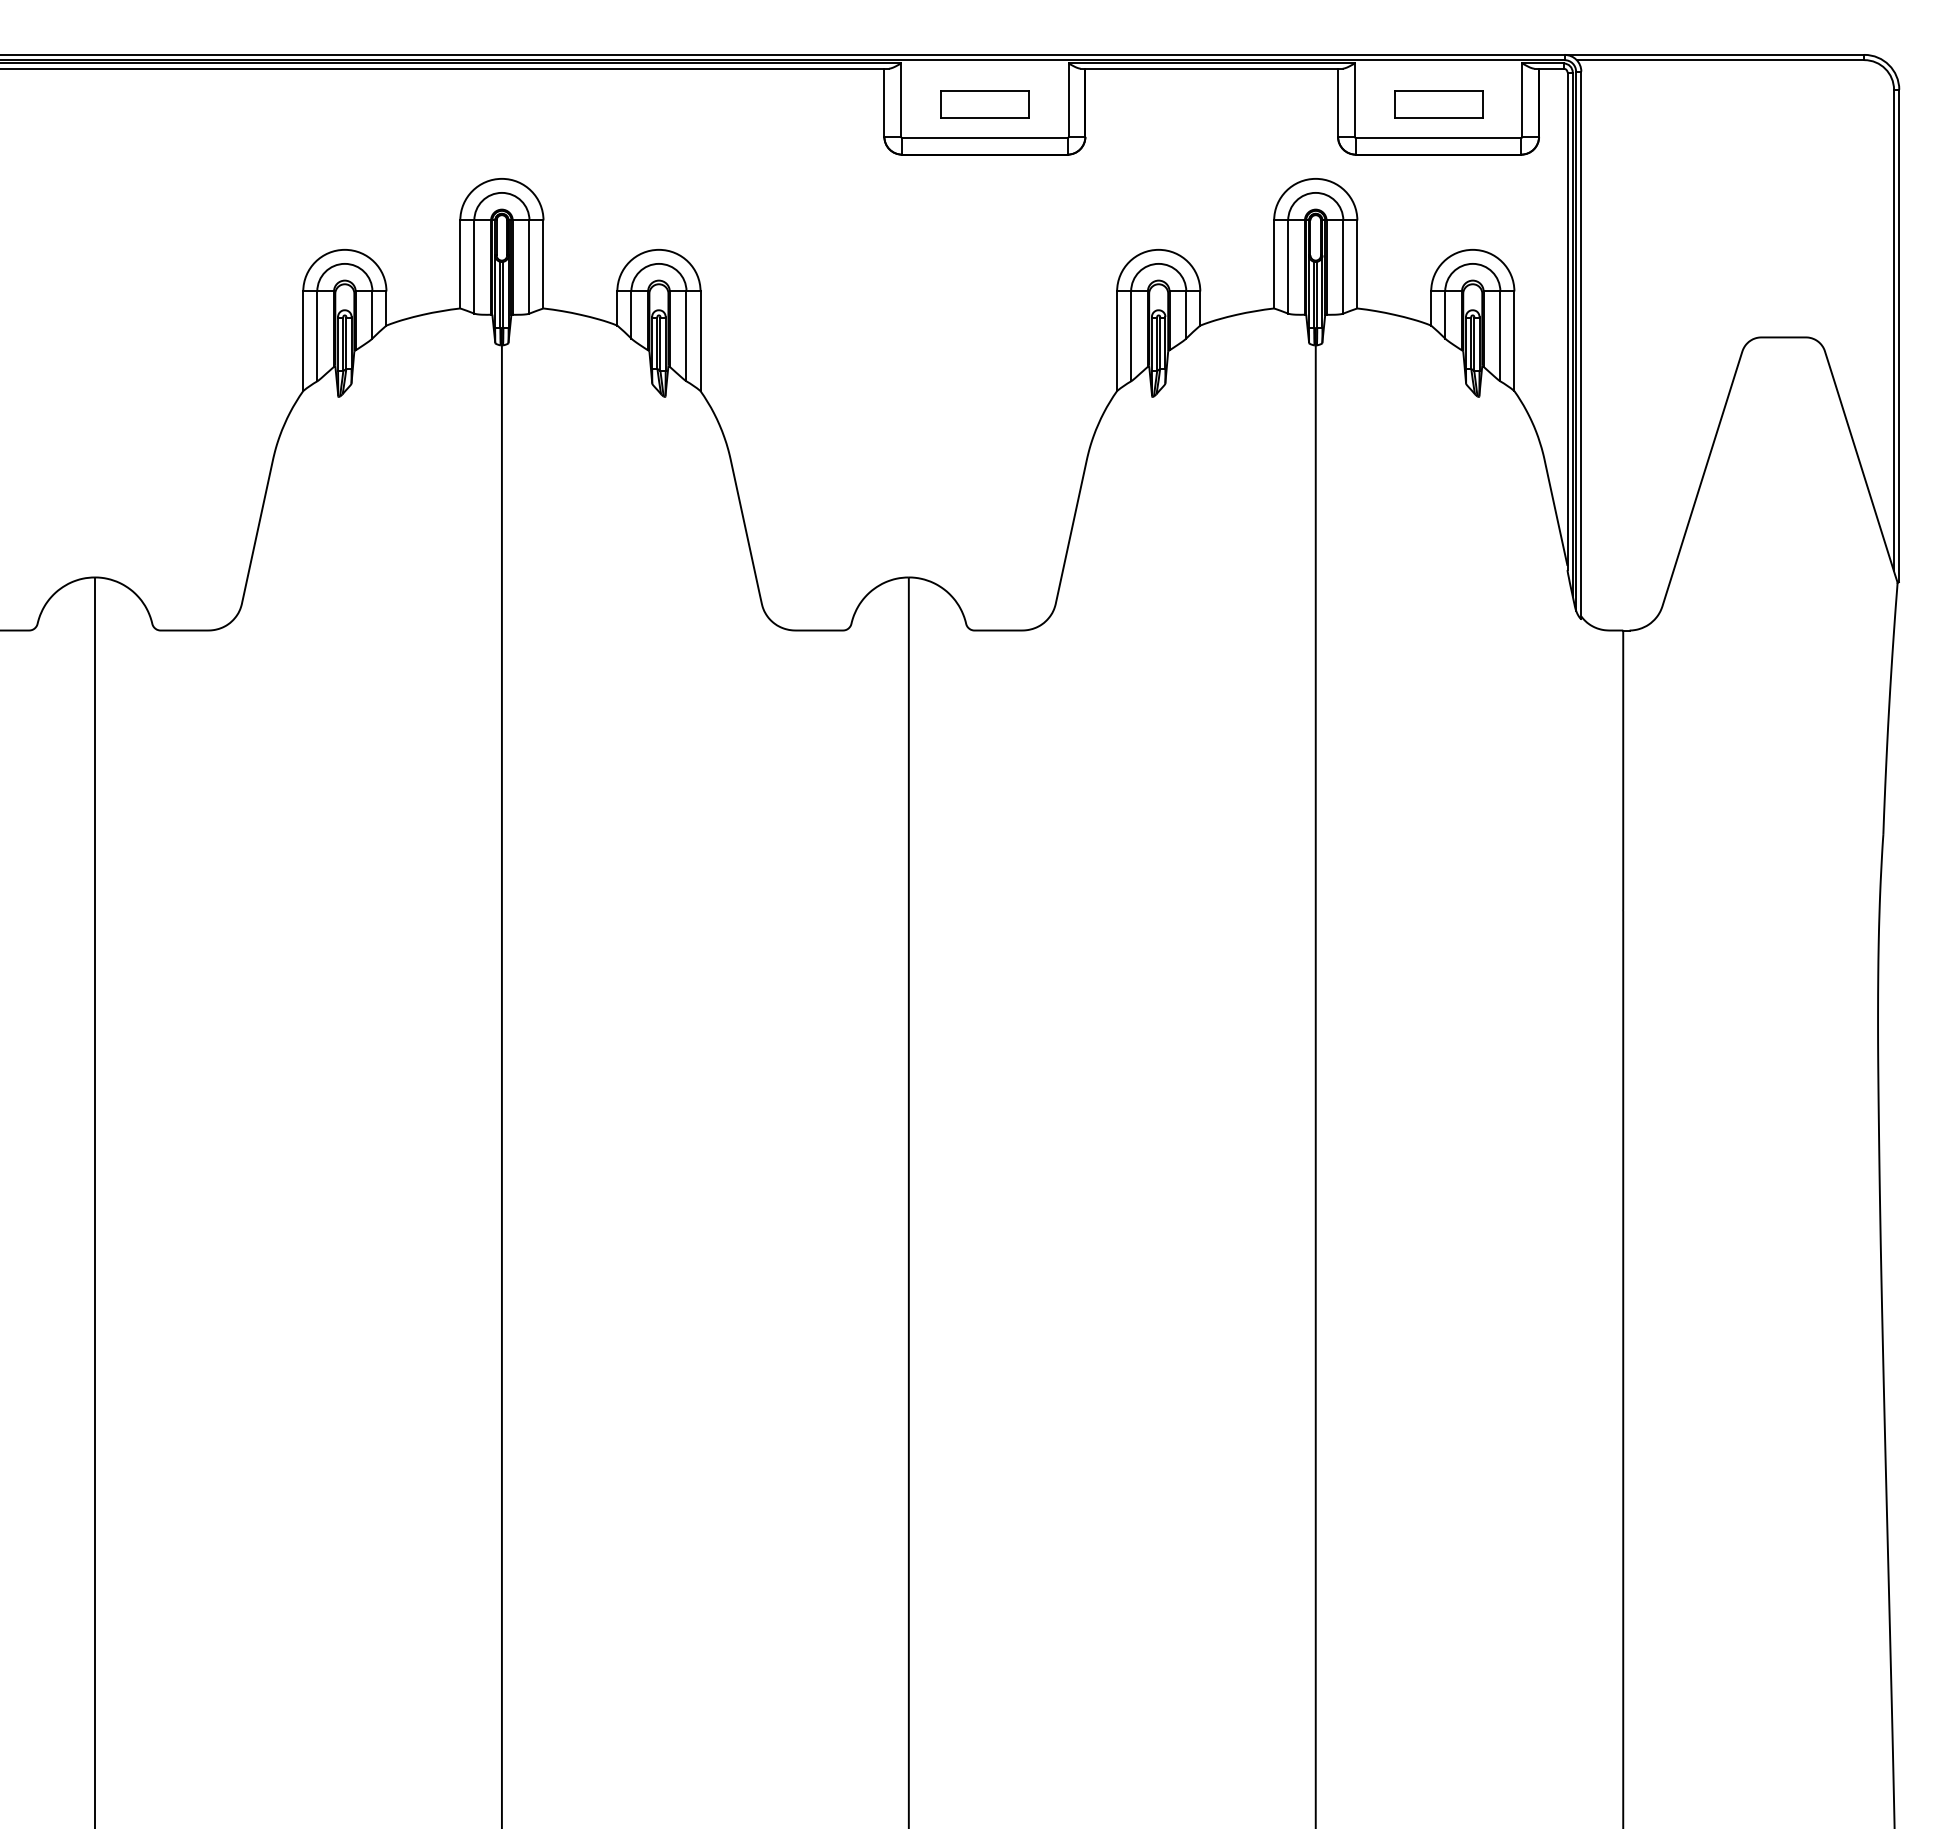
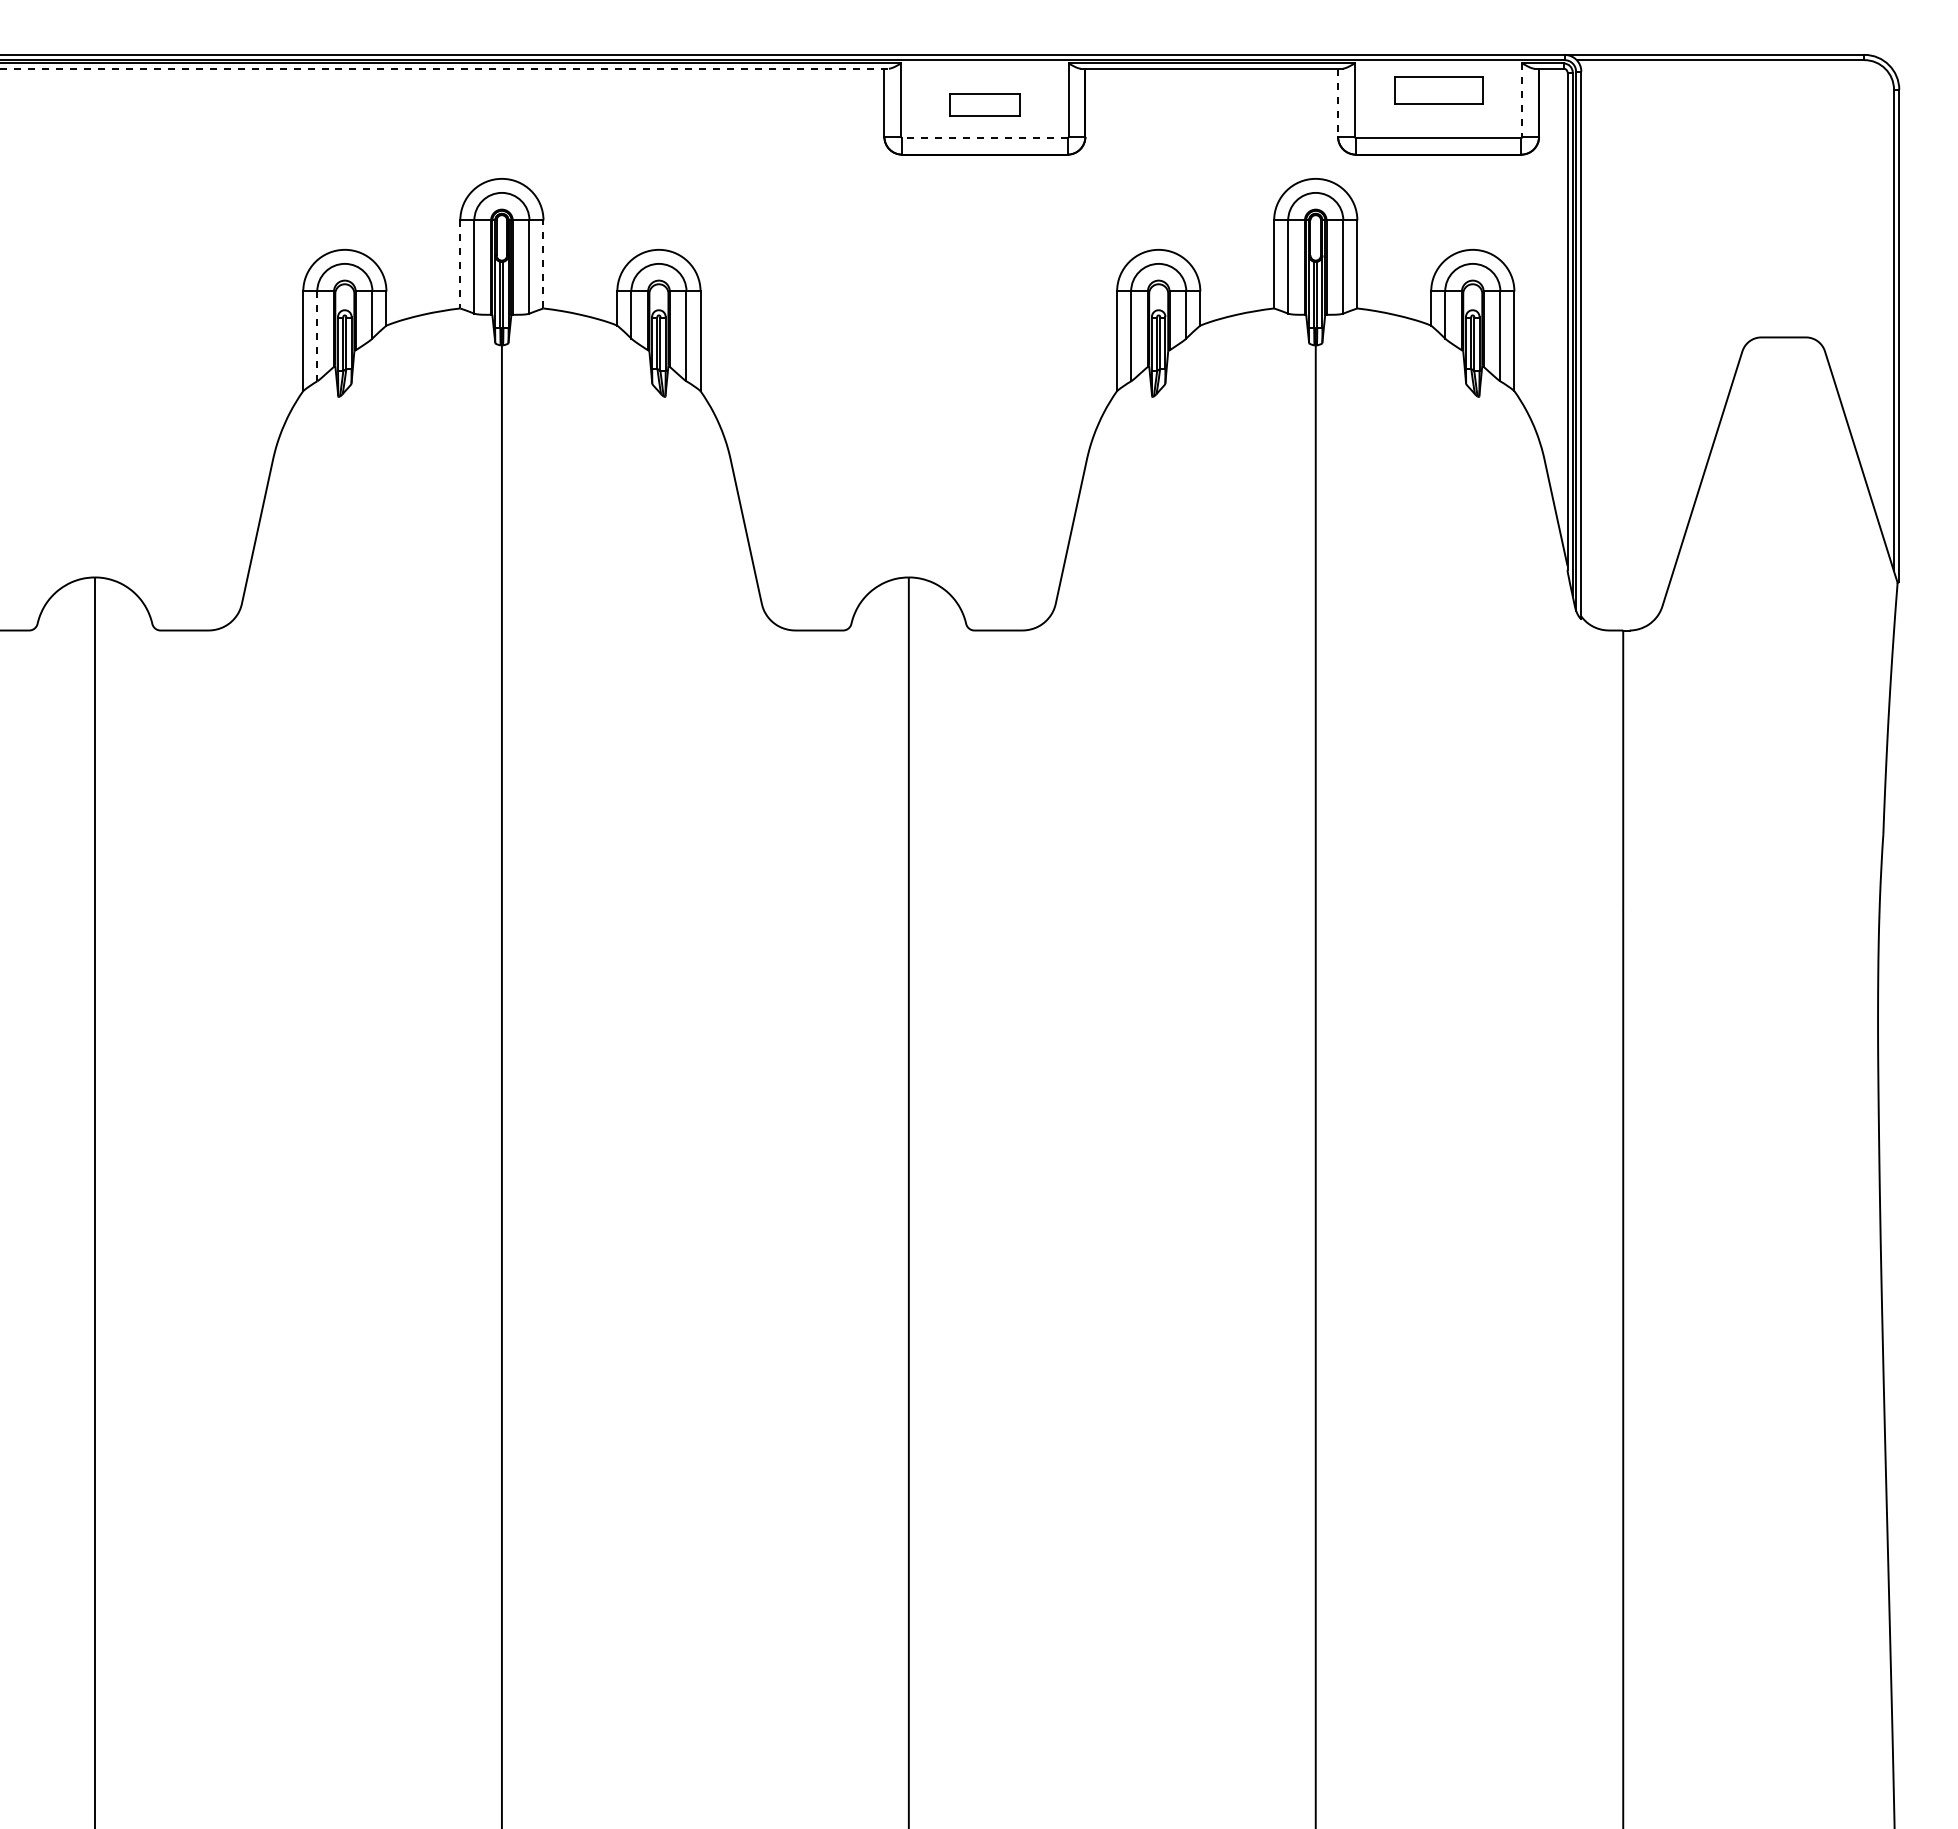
line at (444, 68): solid -> dashed
line at (1522, 100): solid -> dashed
line at (1338, 103): solid -> dashed
part at (984, 104) size: 90x29 px -> 72x24 px
part at (1438, 104) position: (1438, 104) -> (1438, 90)
line at (984, 137): solid -> dashed
line at (543, 263): solid -> dashed
line at (460, 264): solid -> dashed
line at (317, 336): solid -> dashed
